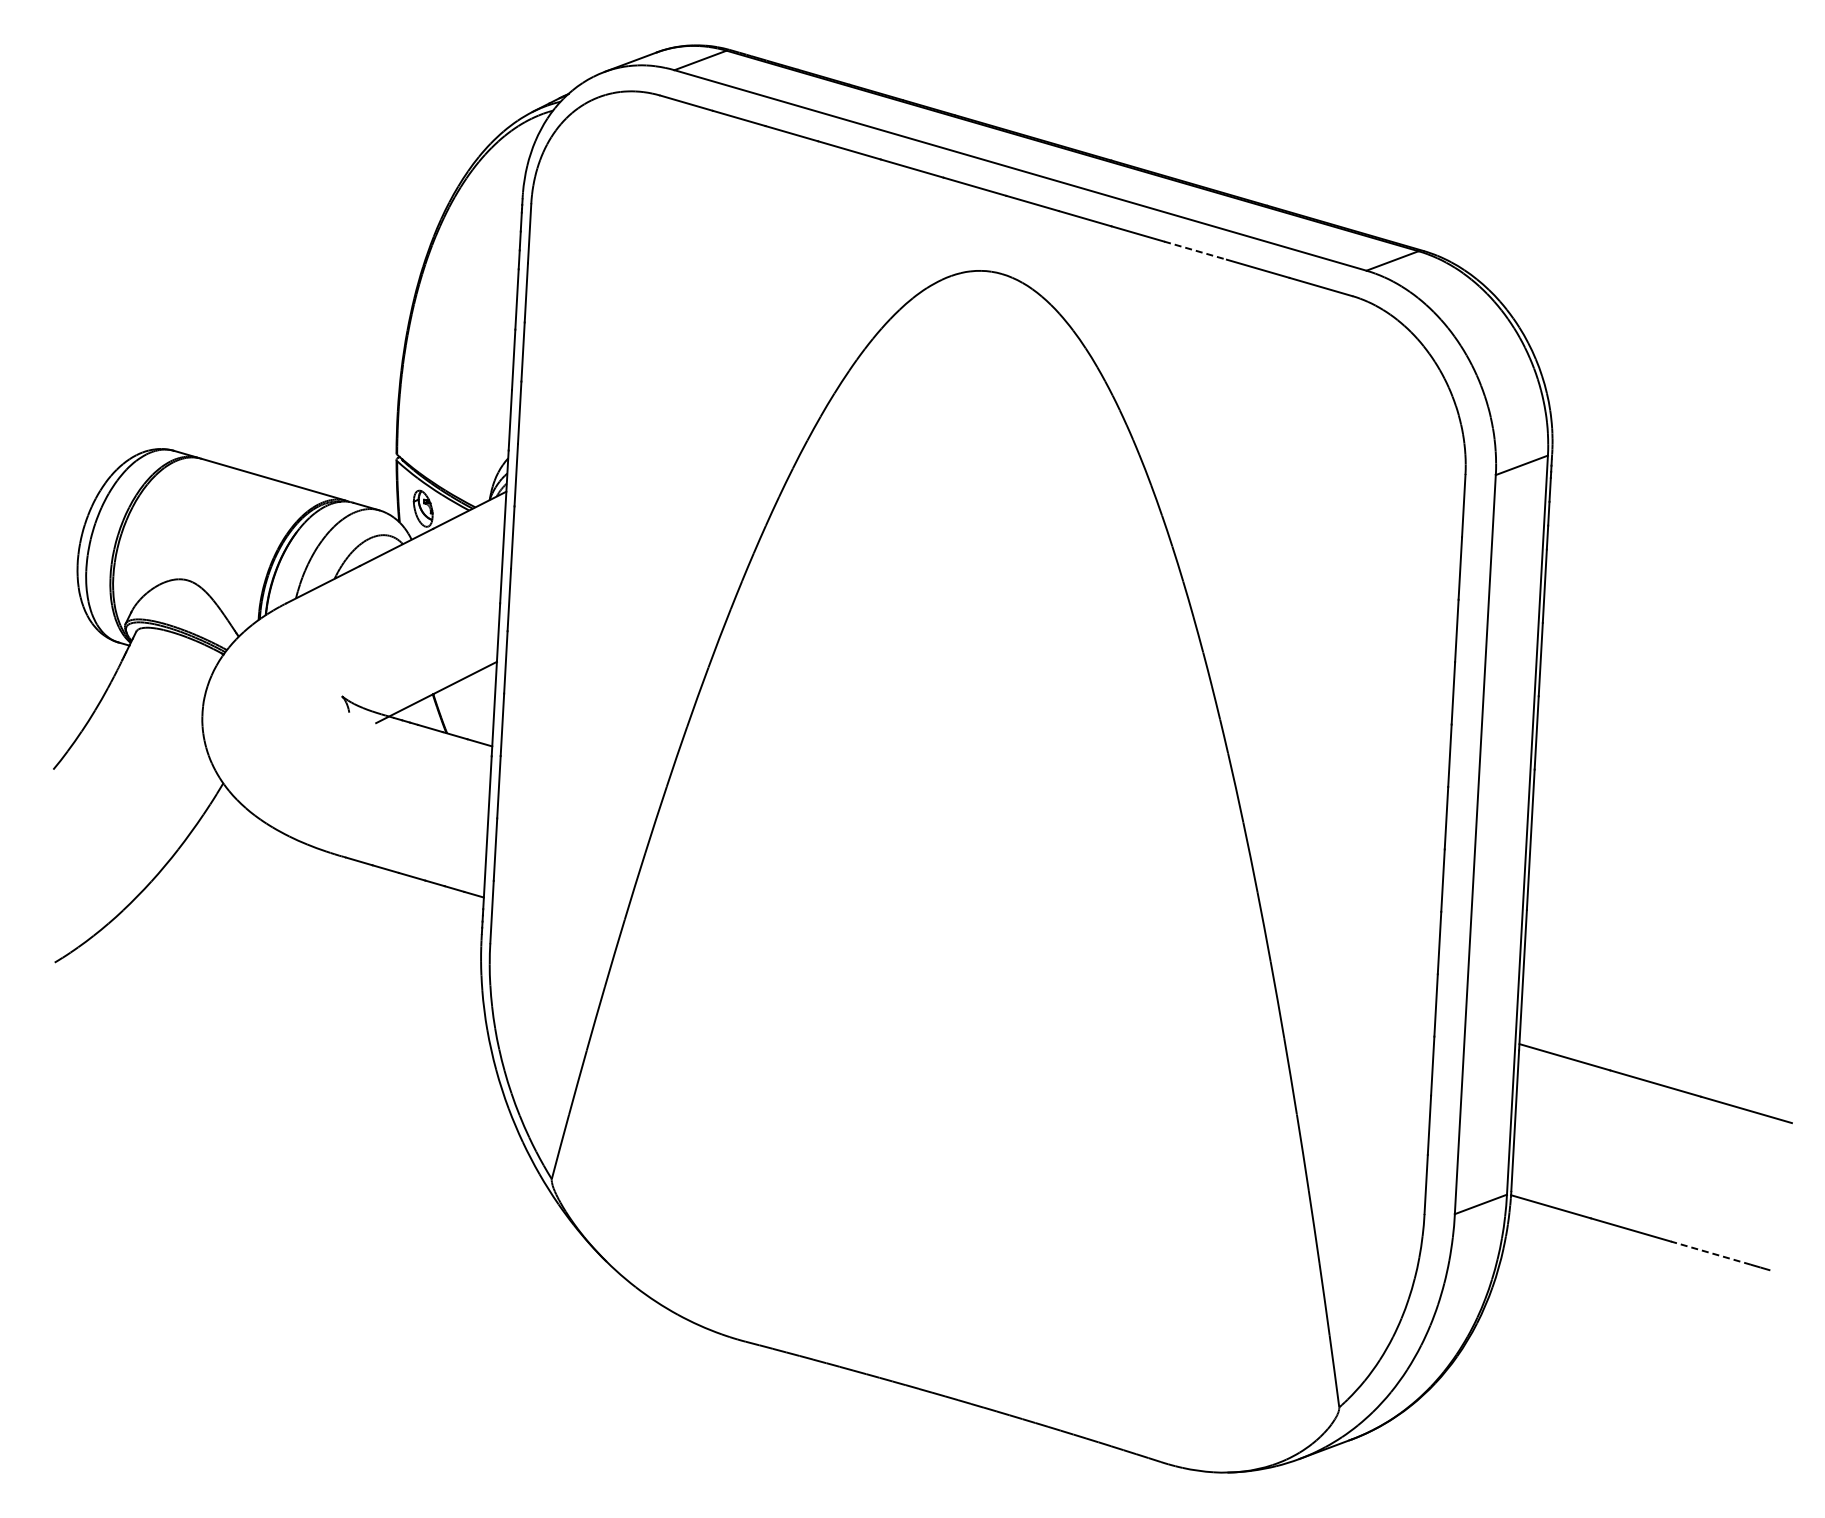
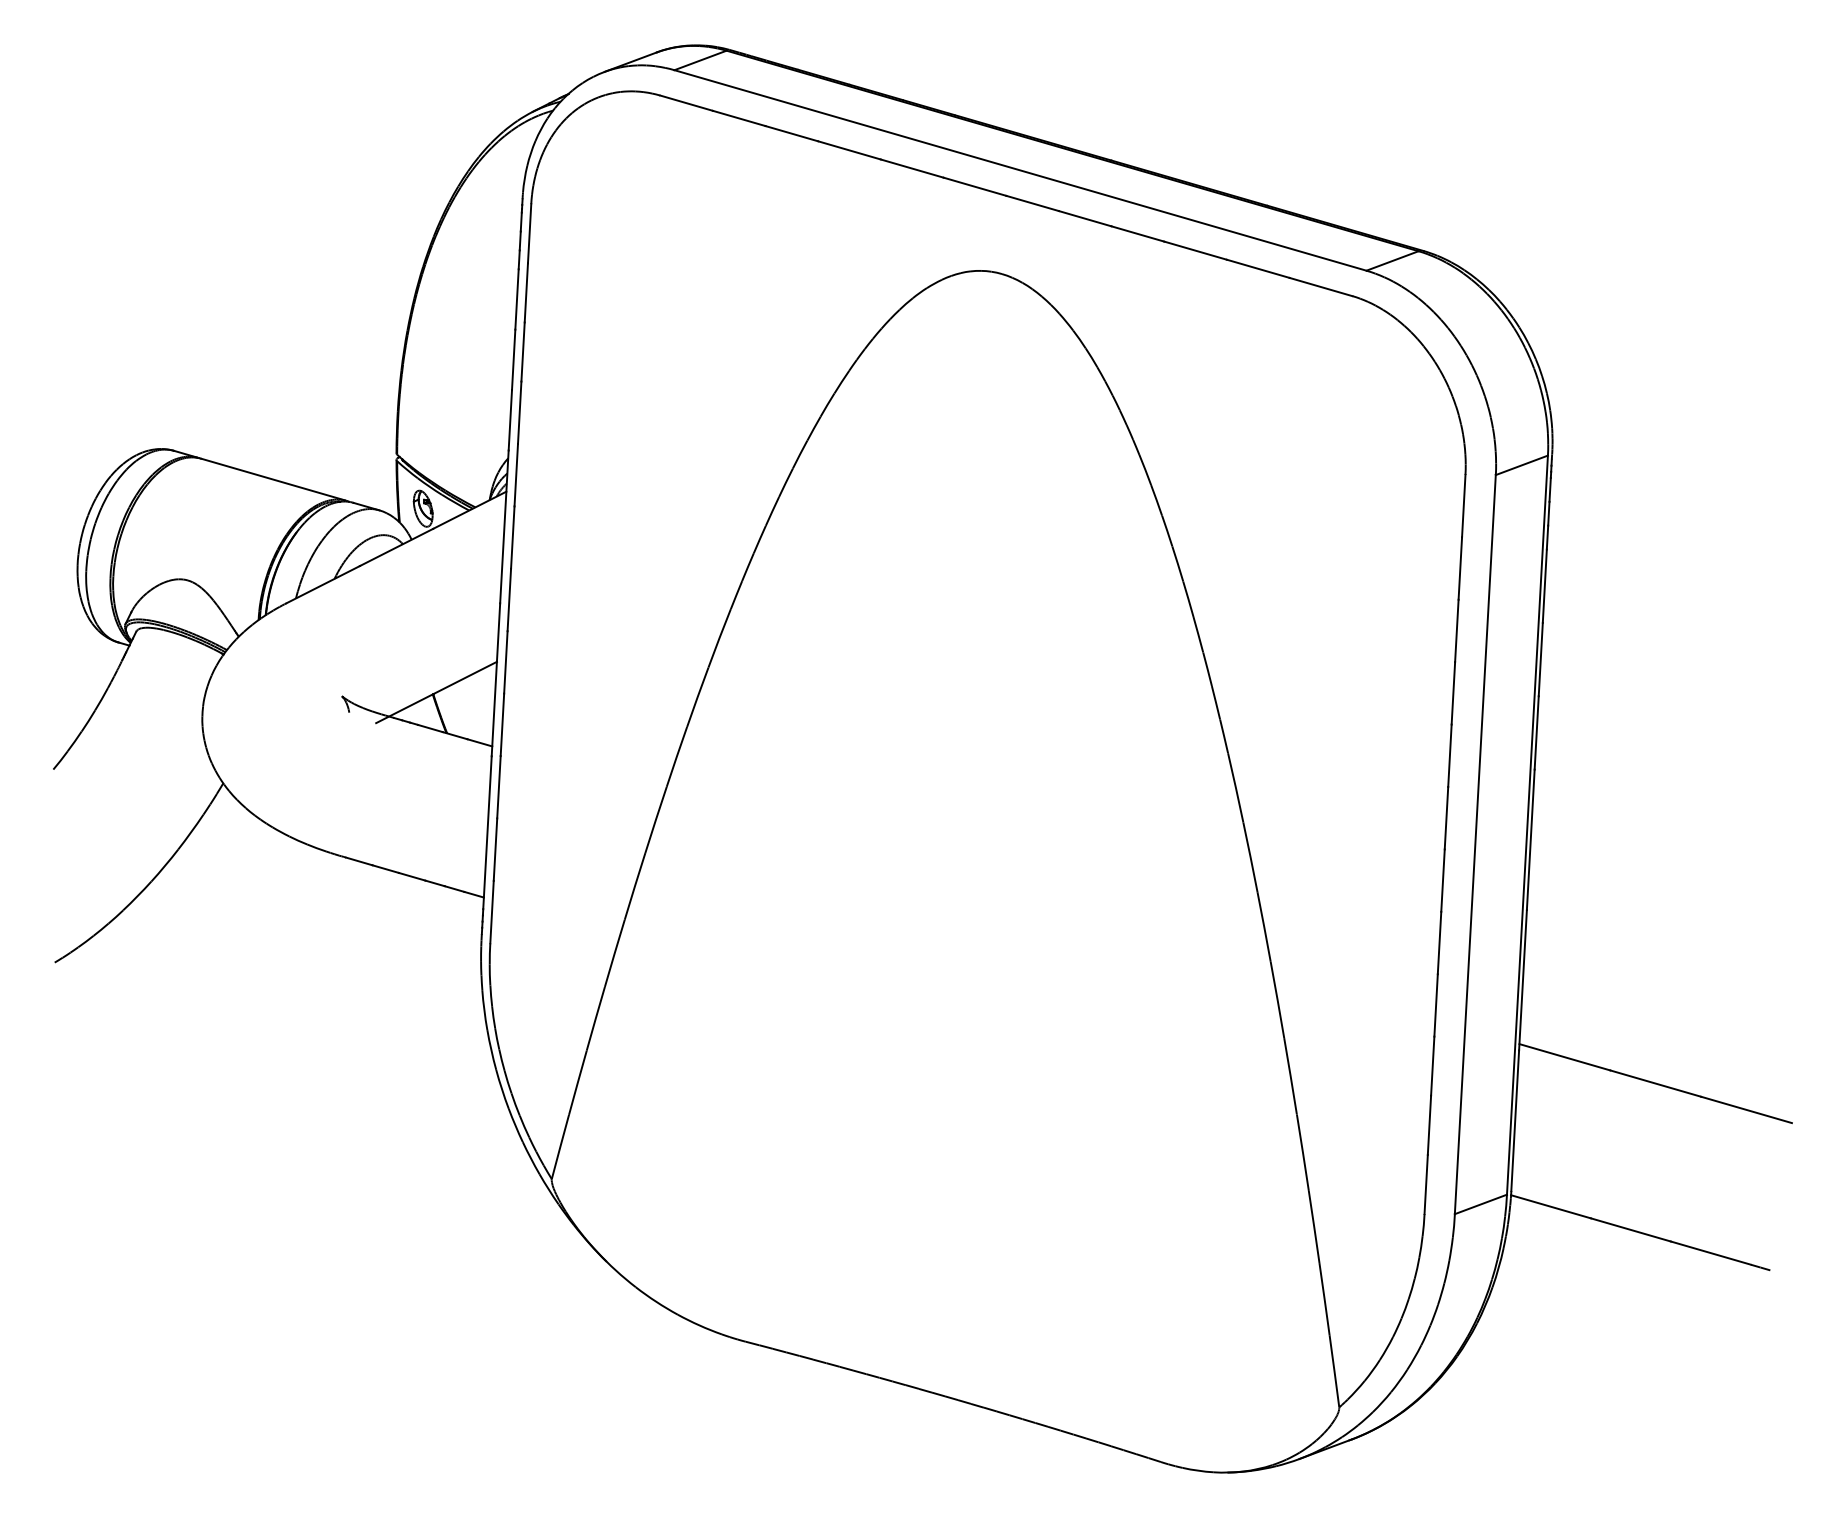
line at (1195, 250): dashed -> solid
line at (1710, 1253): dashed -> solid
